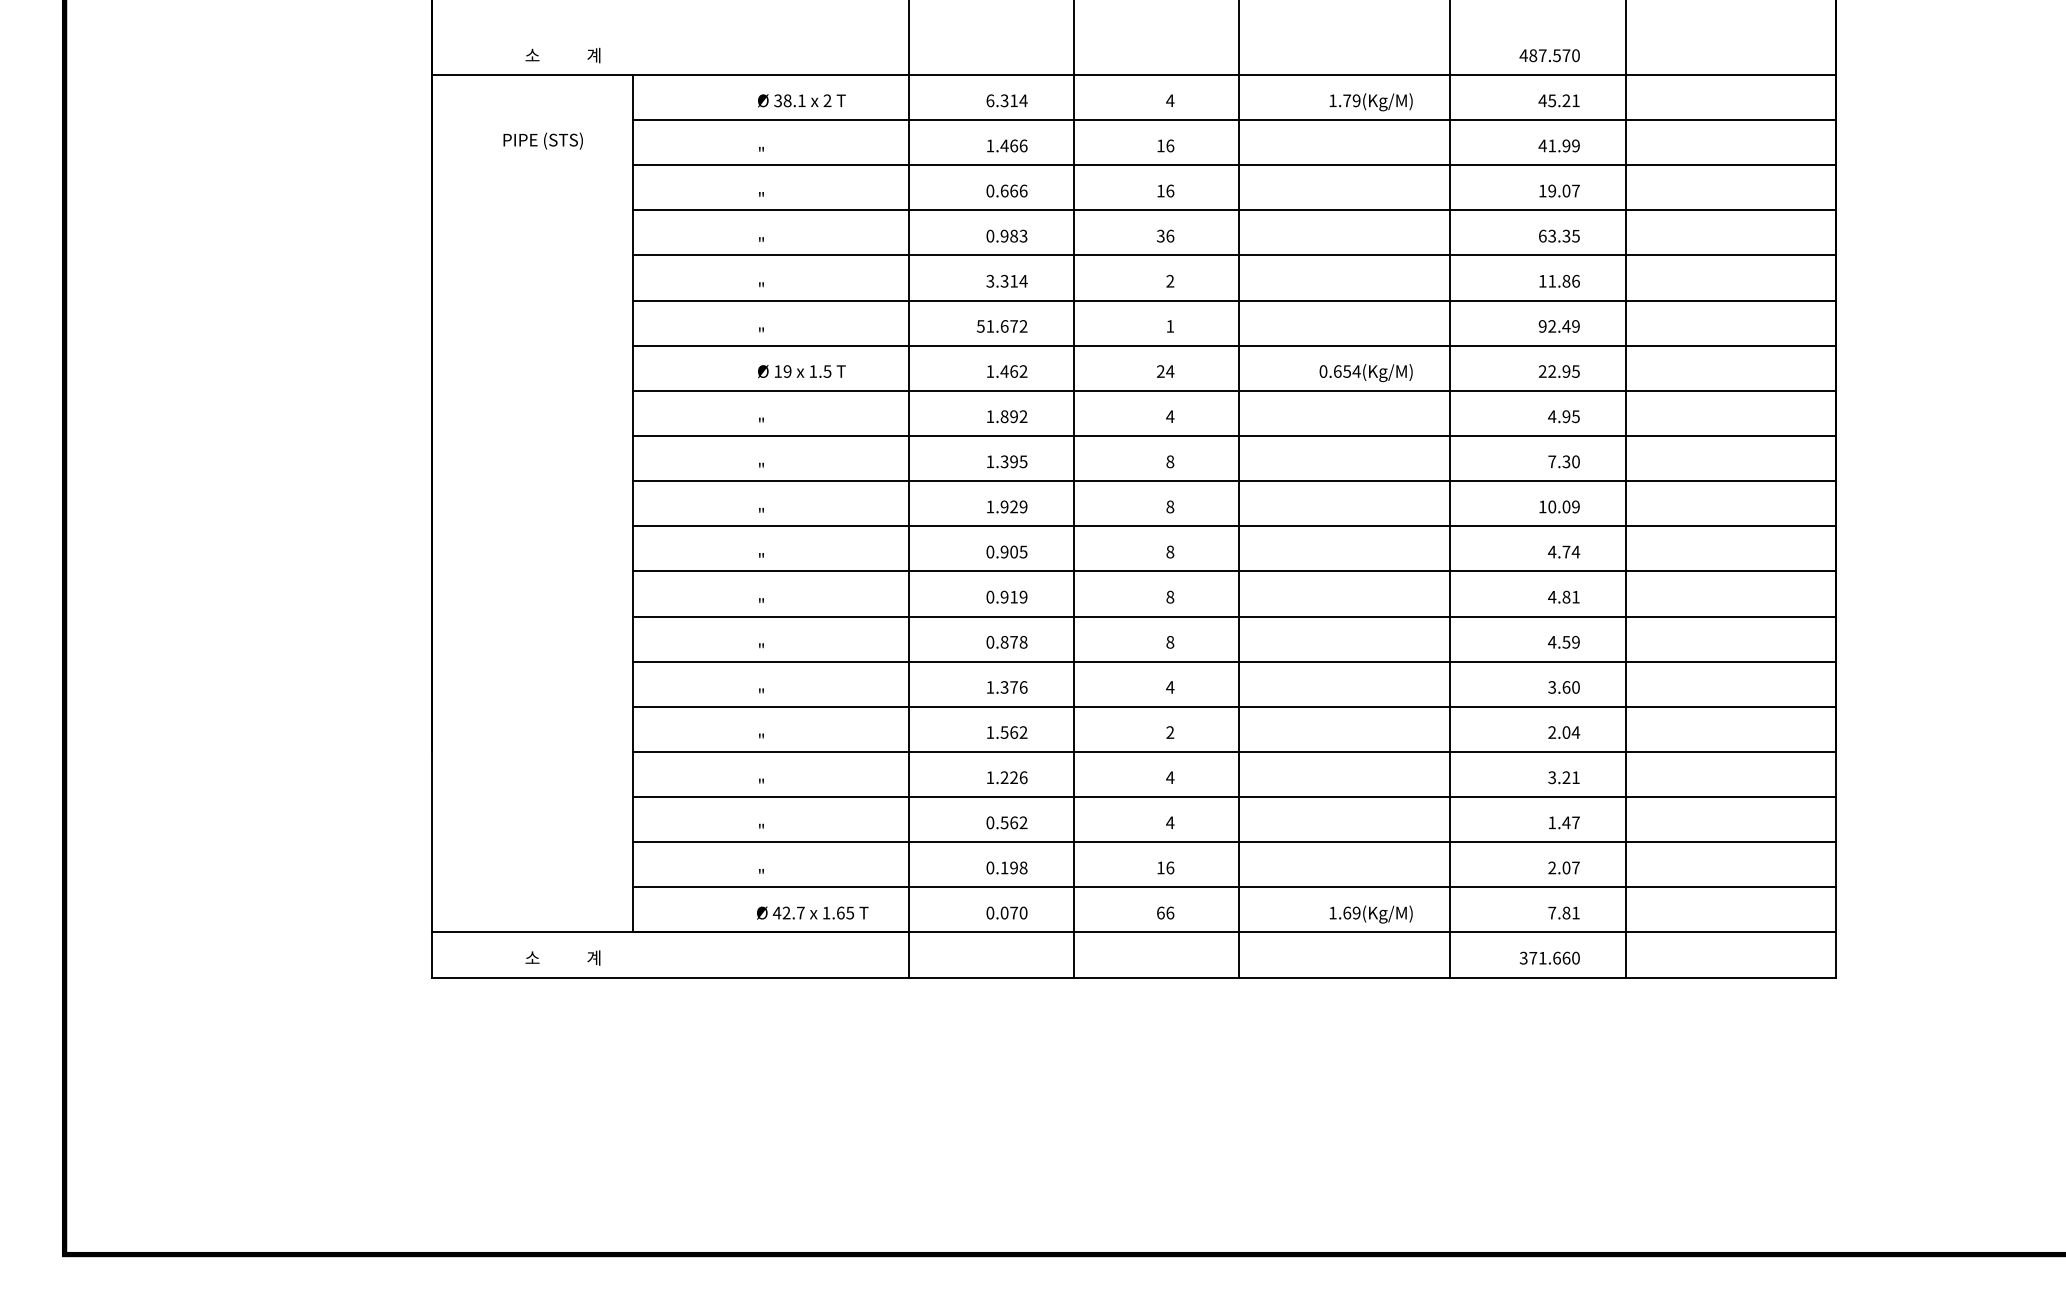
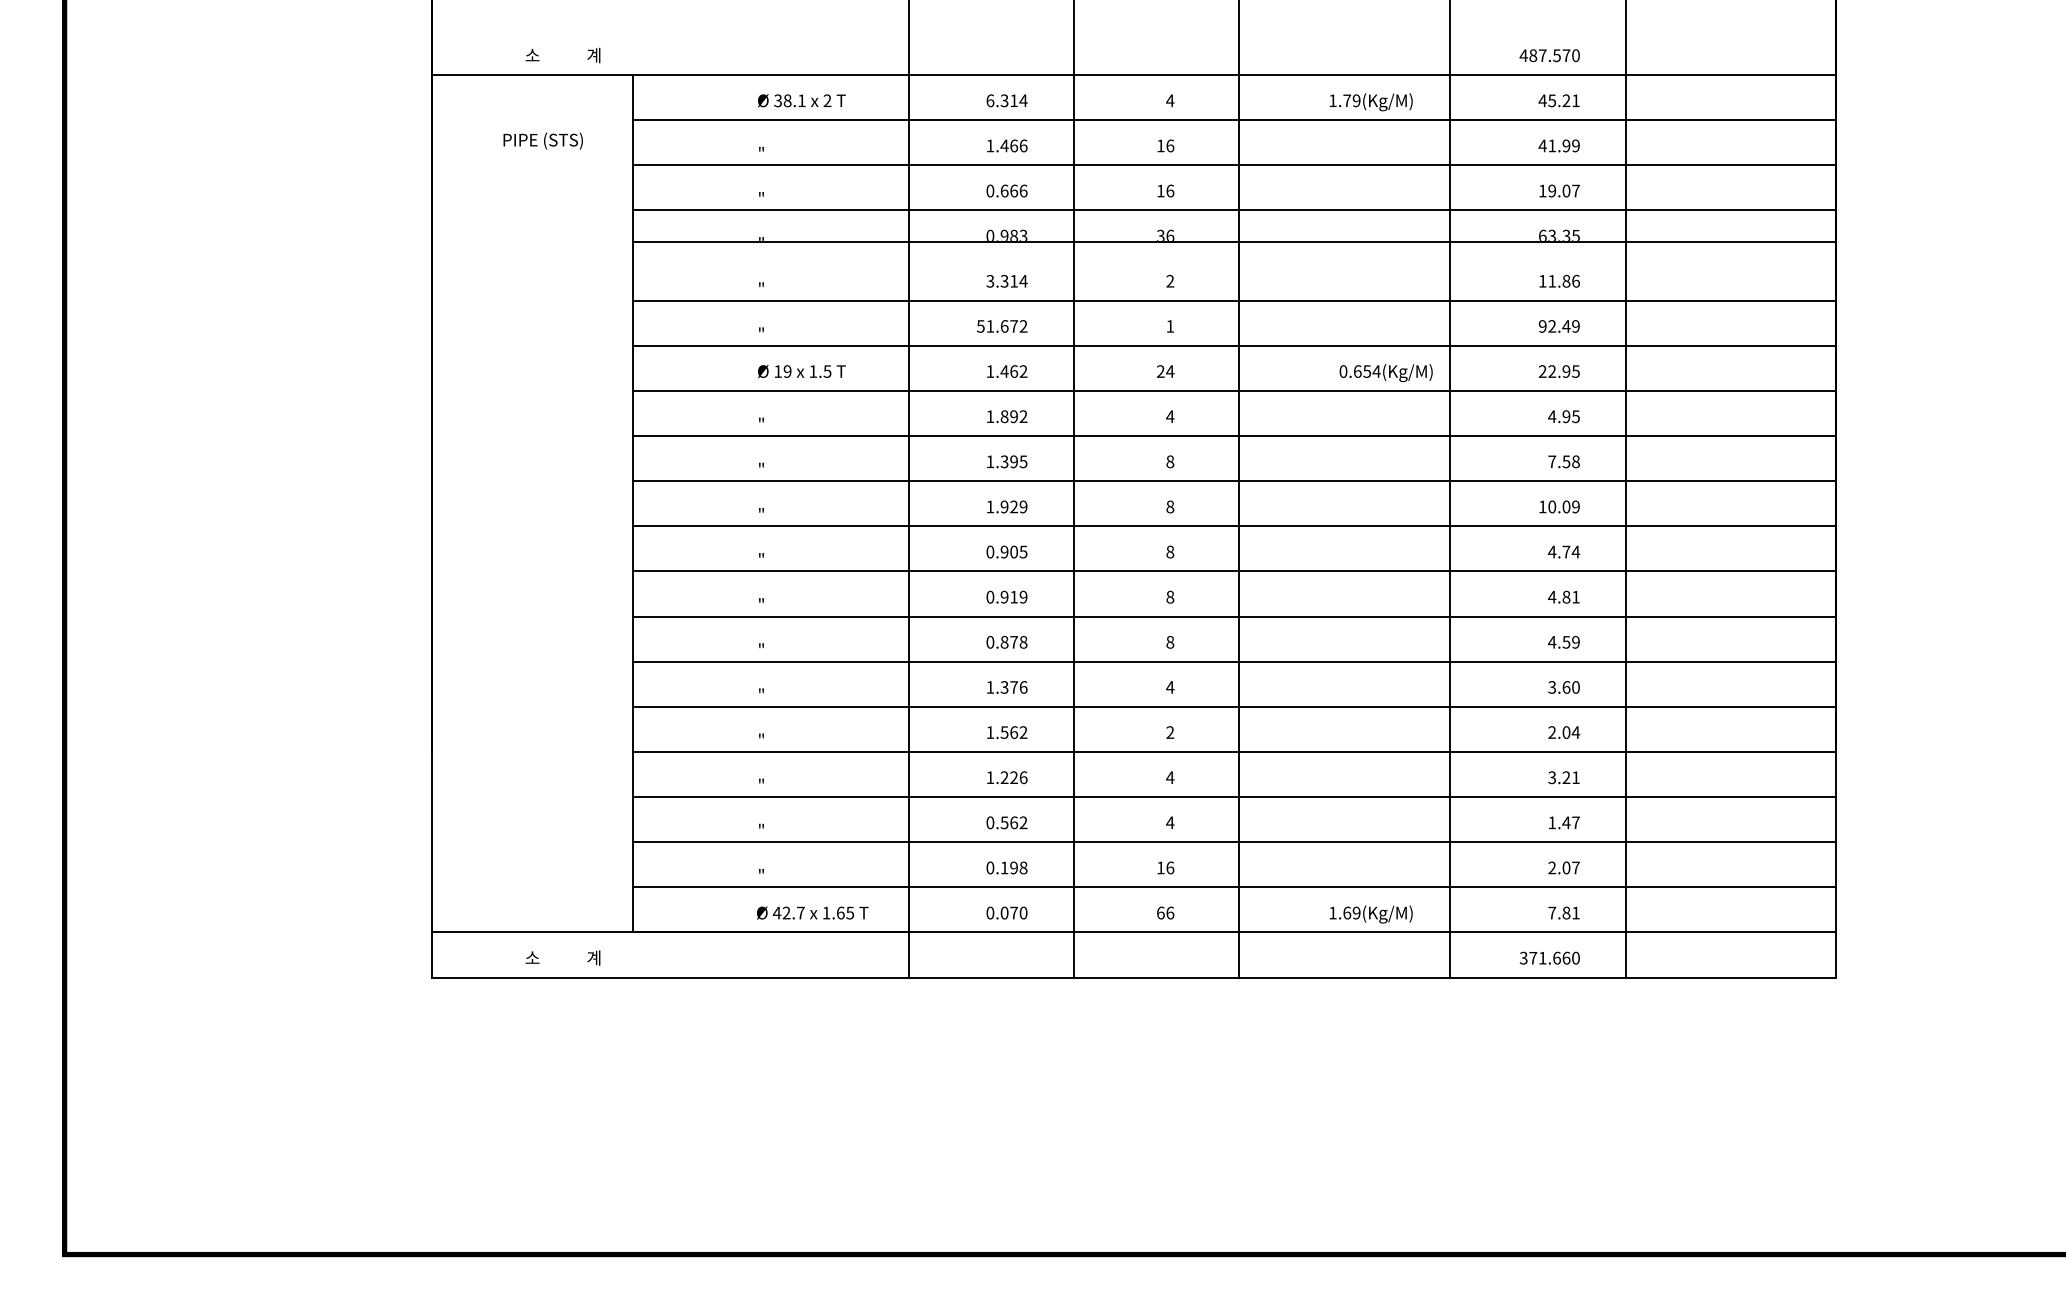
line at (1234, 255) position: (1234, 255) -> (1234, 242)
text at (1365, 372) position: (1365, 372) -> (1385, 372)
text at (1571, 461): 7.30 -> 7.58
